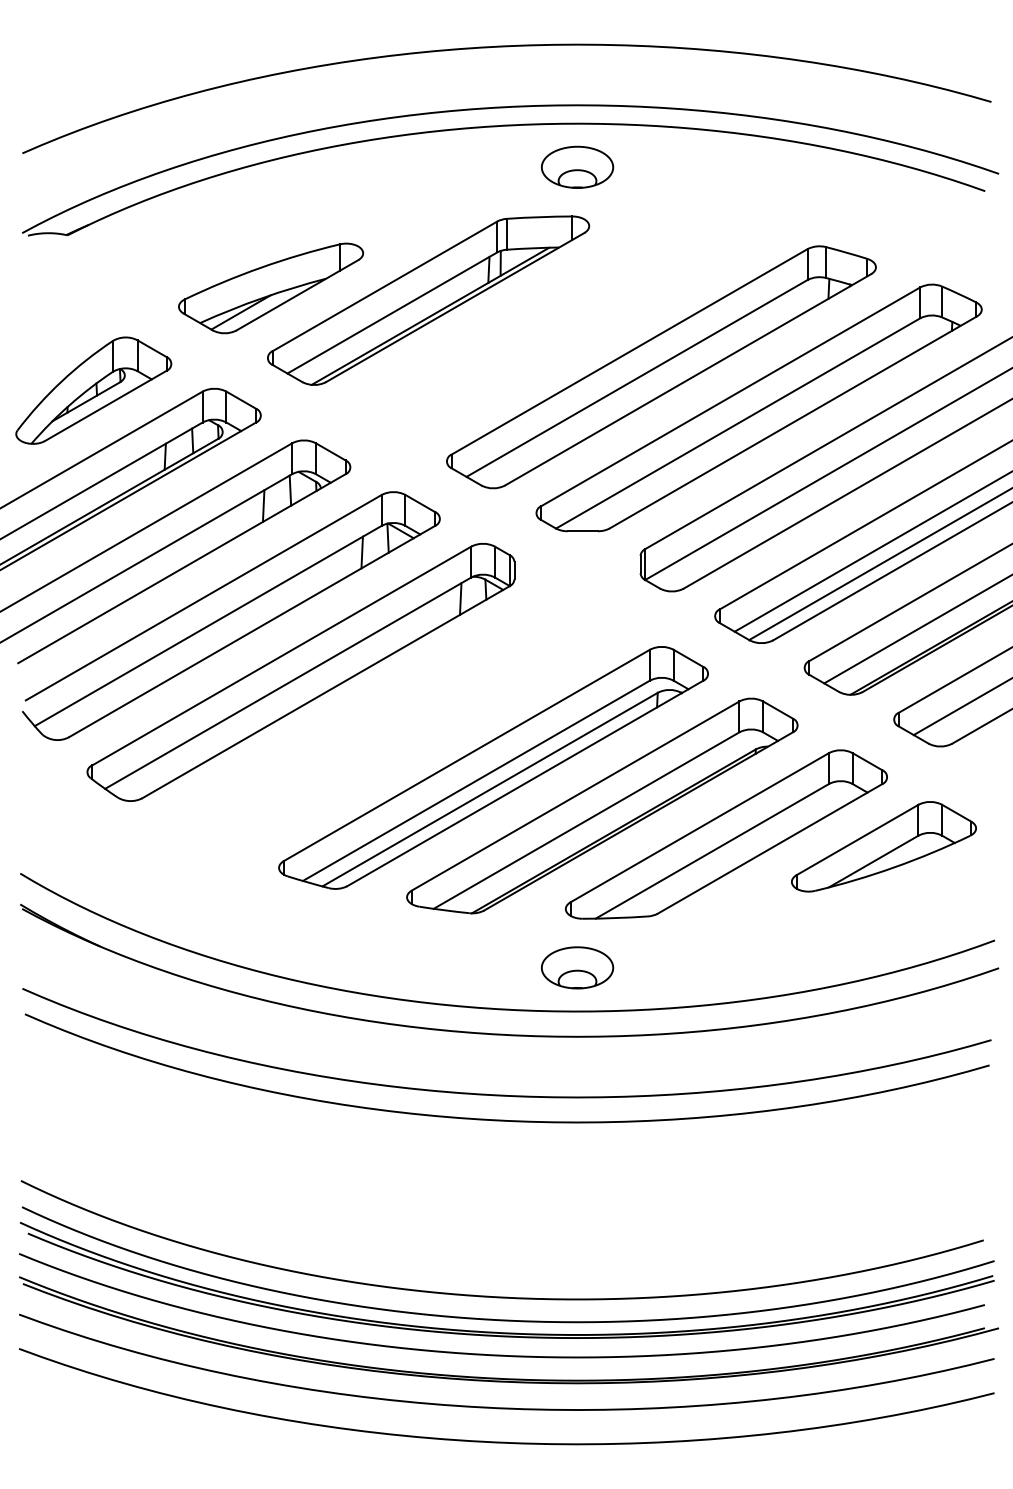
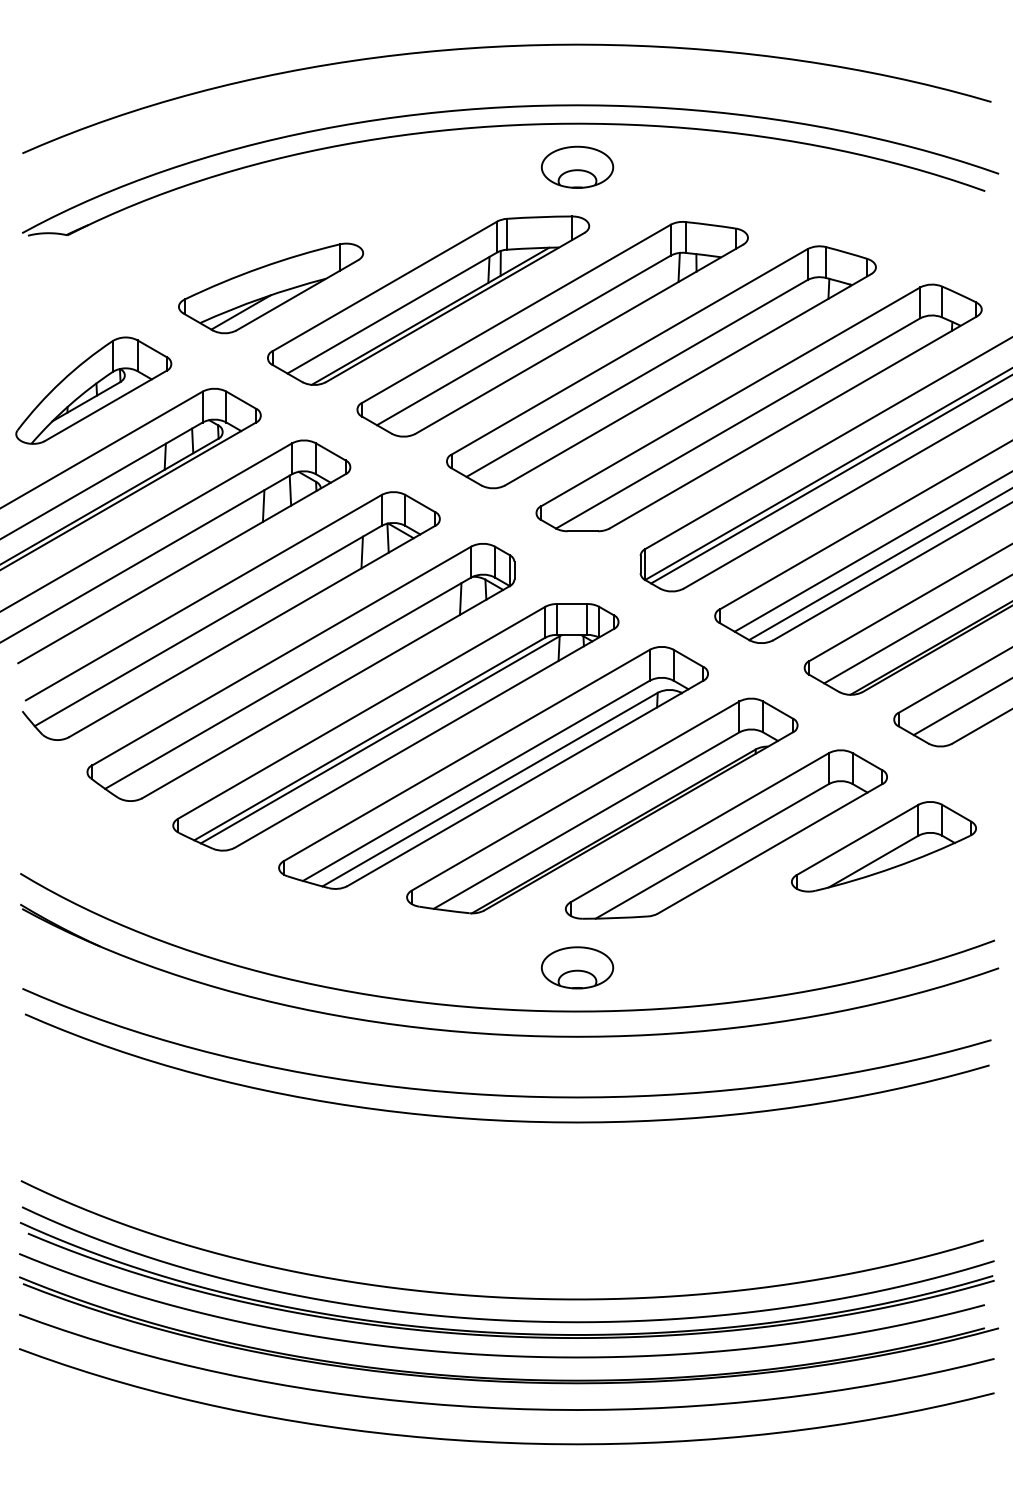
part at (552, 329): none -> present
line at (830, 479): none -> present
part at (395, 727): none -> present
